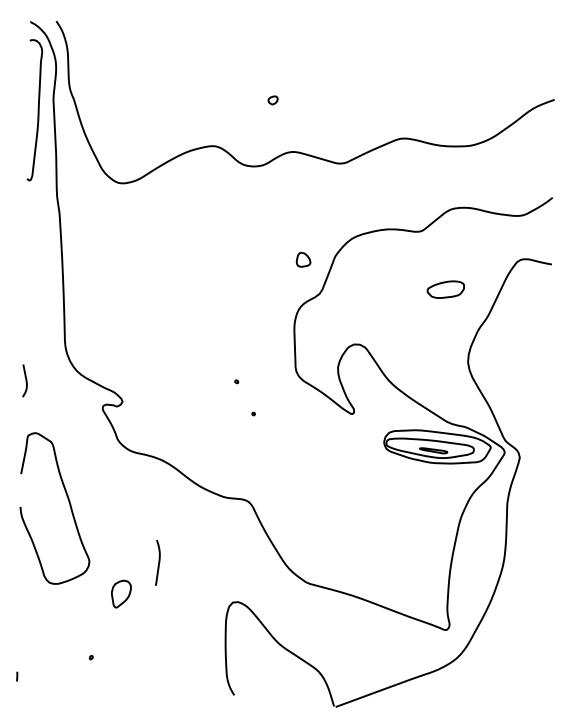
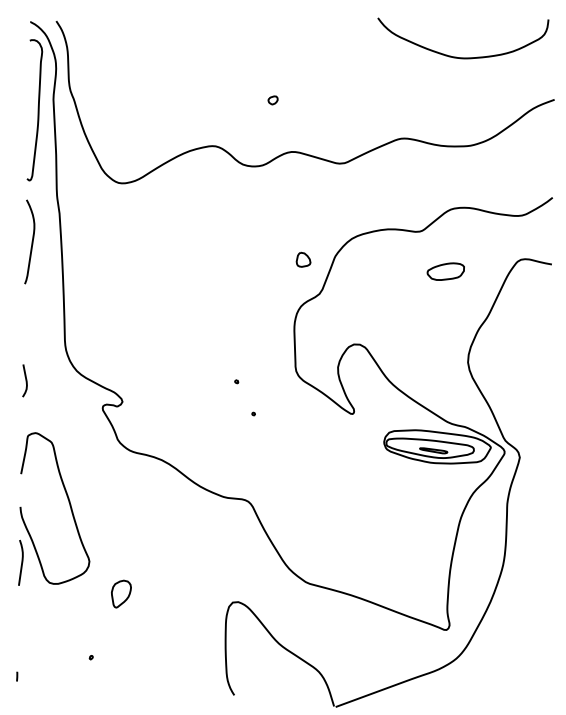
curve at (463, 57): none -> present
curve at (31, 241): none -> present
part at (445, 289) position: (445, 289) -> (445, 271)
curve at (158, 562) position: (158, 562) -> (21, 562)
